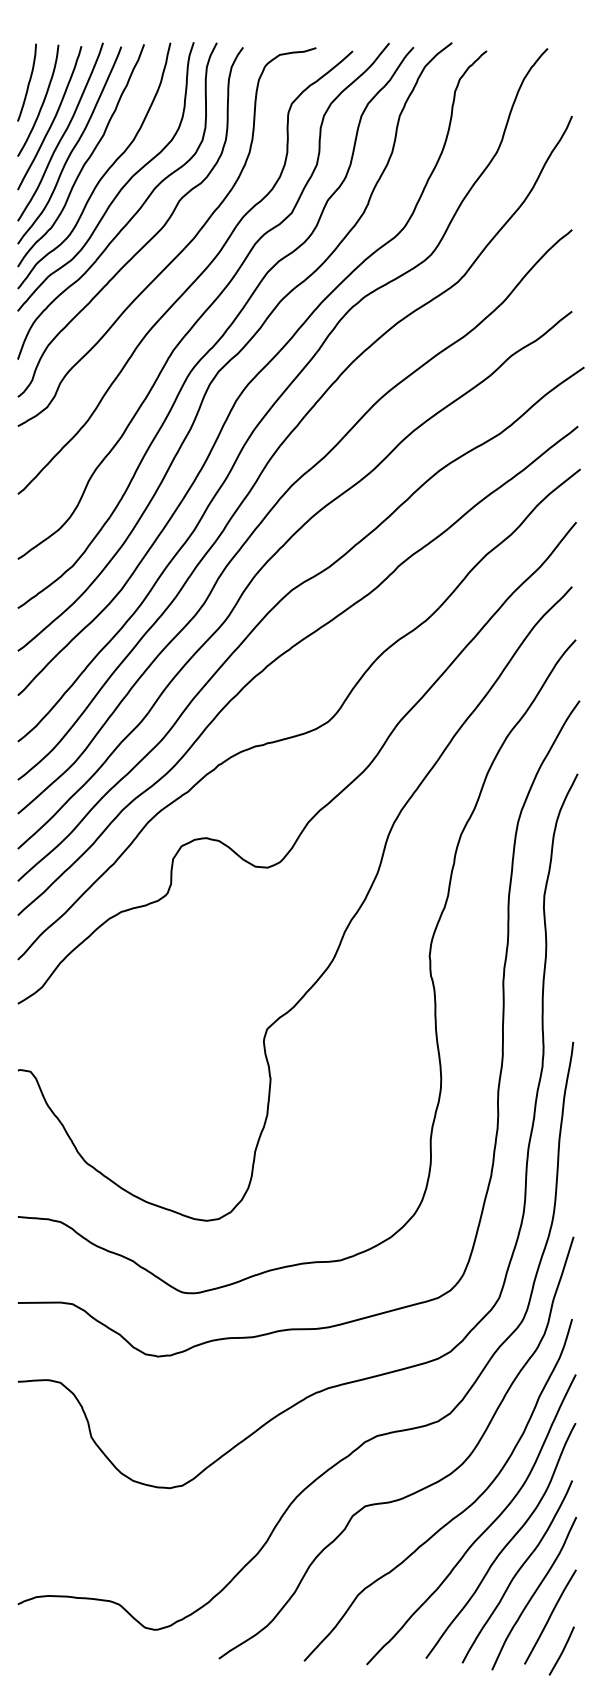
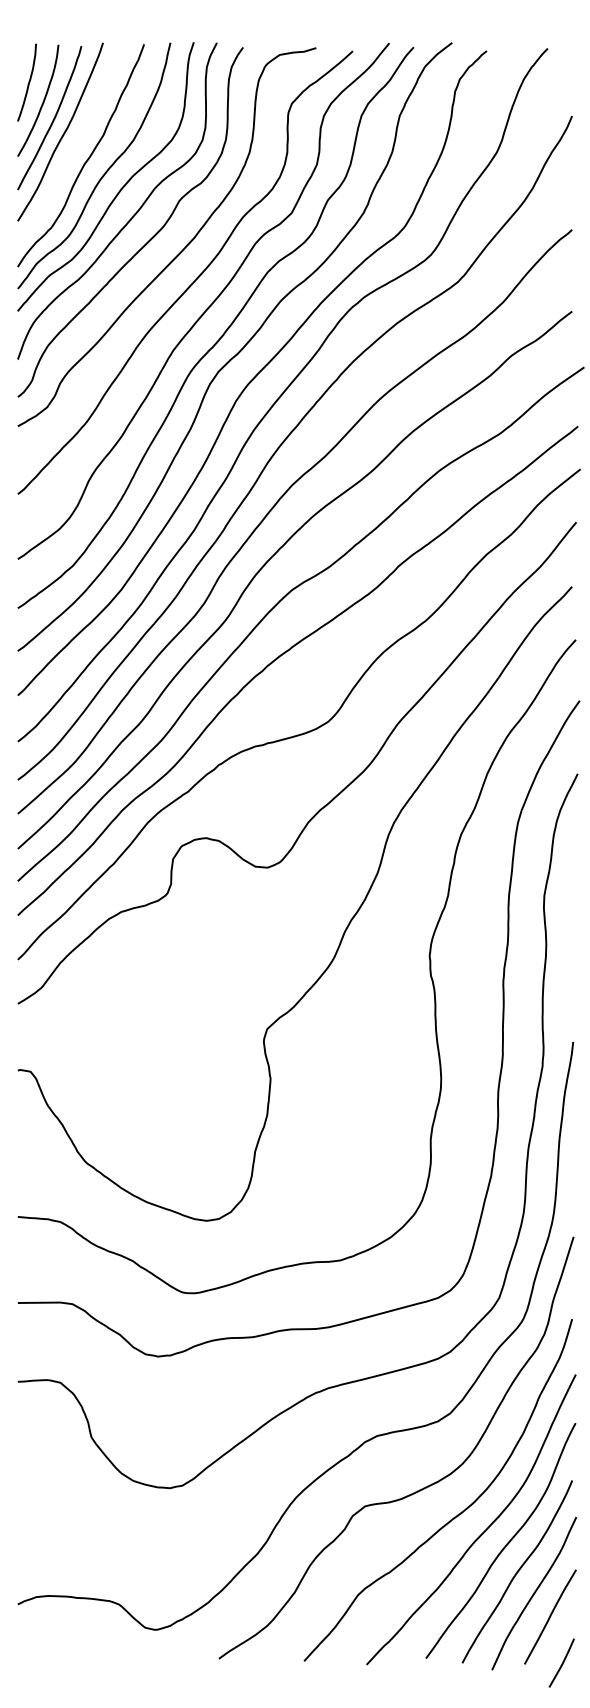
curve at (73, 146): present -> none
line at (562, 1650) position: (562, 1650) -> (562, 1662)
